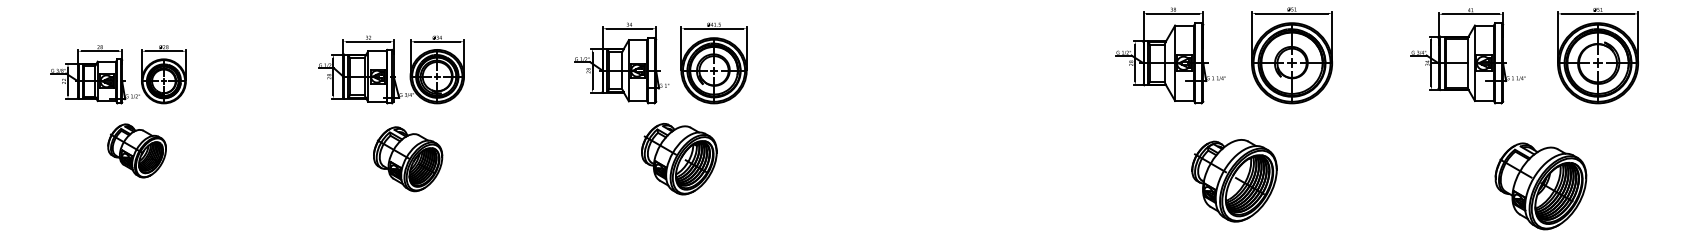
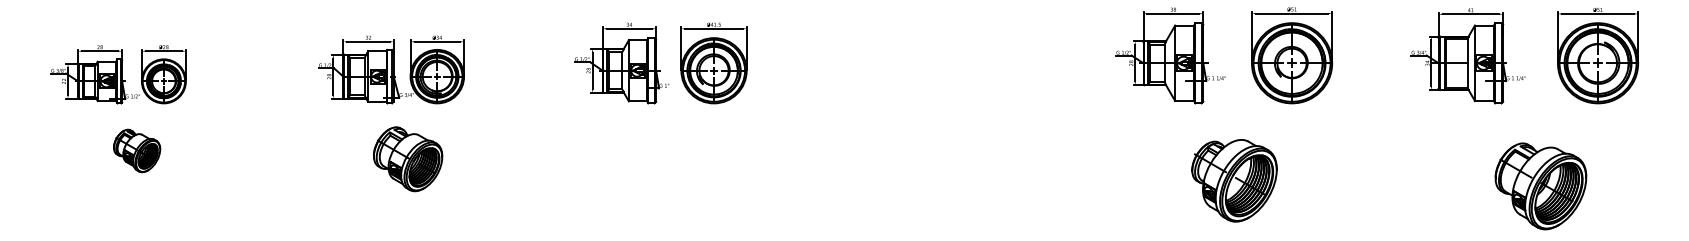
part at (136, 150) size: 60x56 px -> 49x46 px
part at (679, 159): present -> none
